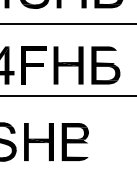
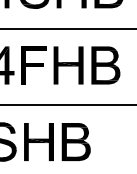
line at (67, 24) position: (67, 24) -> (67, 29)
fill at (107, 56): none -> present
line at (67, 95) position: (67, 95) -> (67, 104)
fill at (78, 150): none -> present
